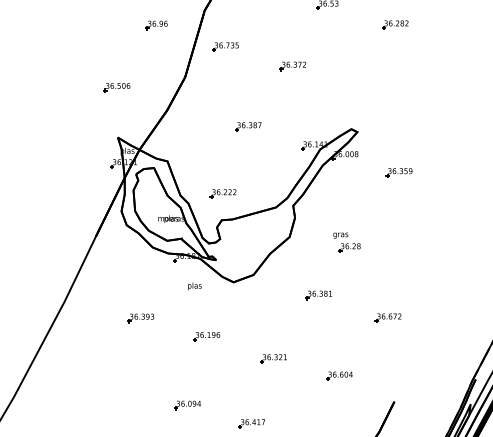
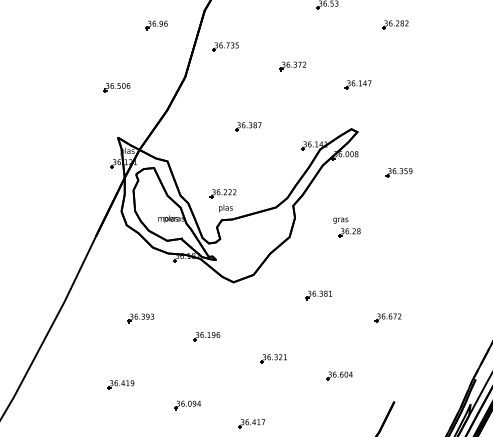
part at (357, 84): none -> present
part at (346, 242) position: (346, 242) -> (346, 227)
text at (194, 286) position: (194, 286) -> (225, 208)
part at (120, 384): none -> present
